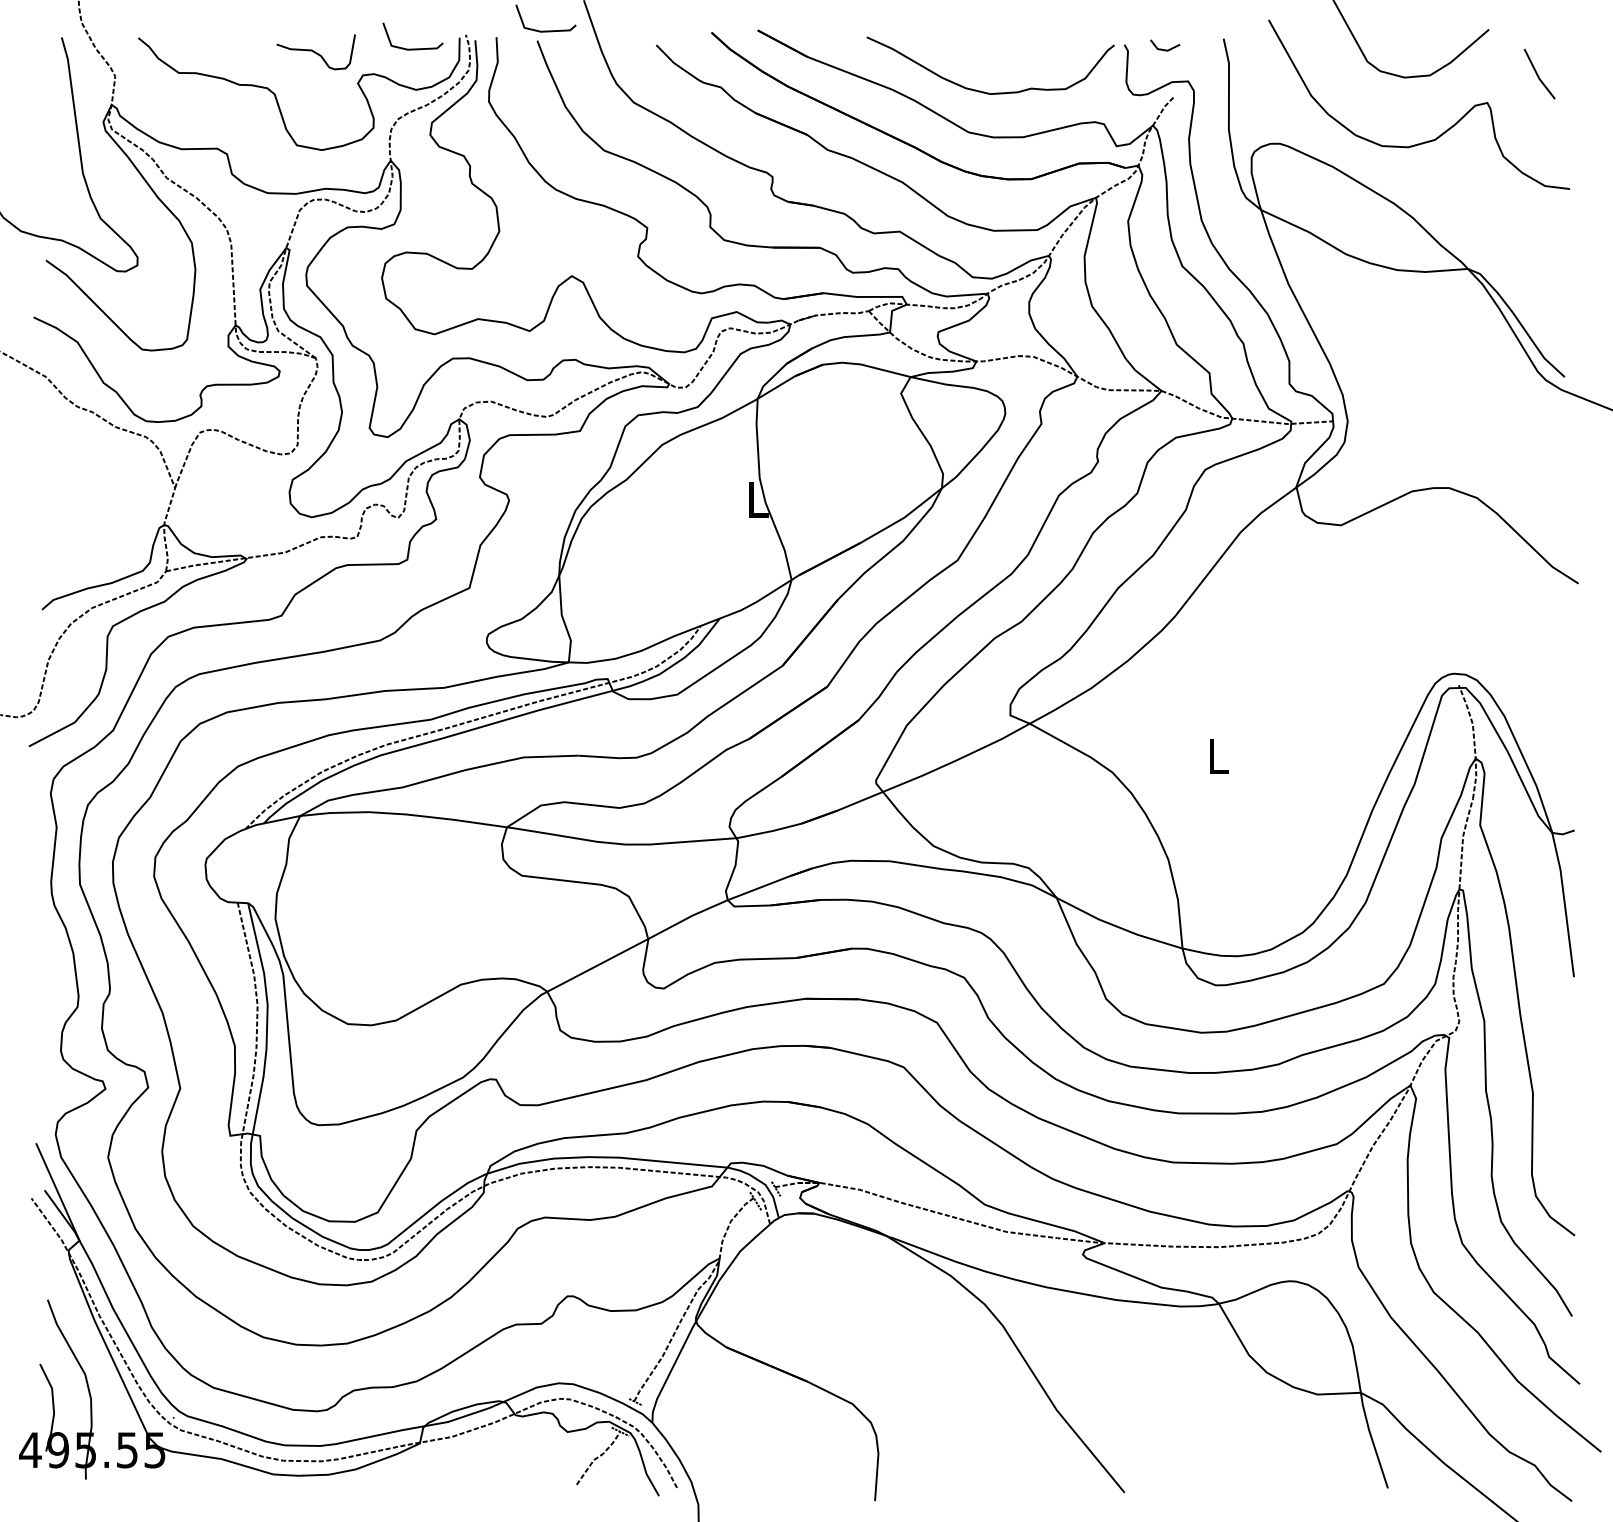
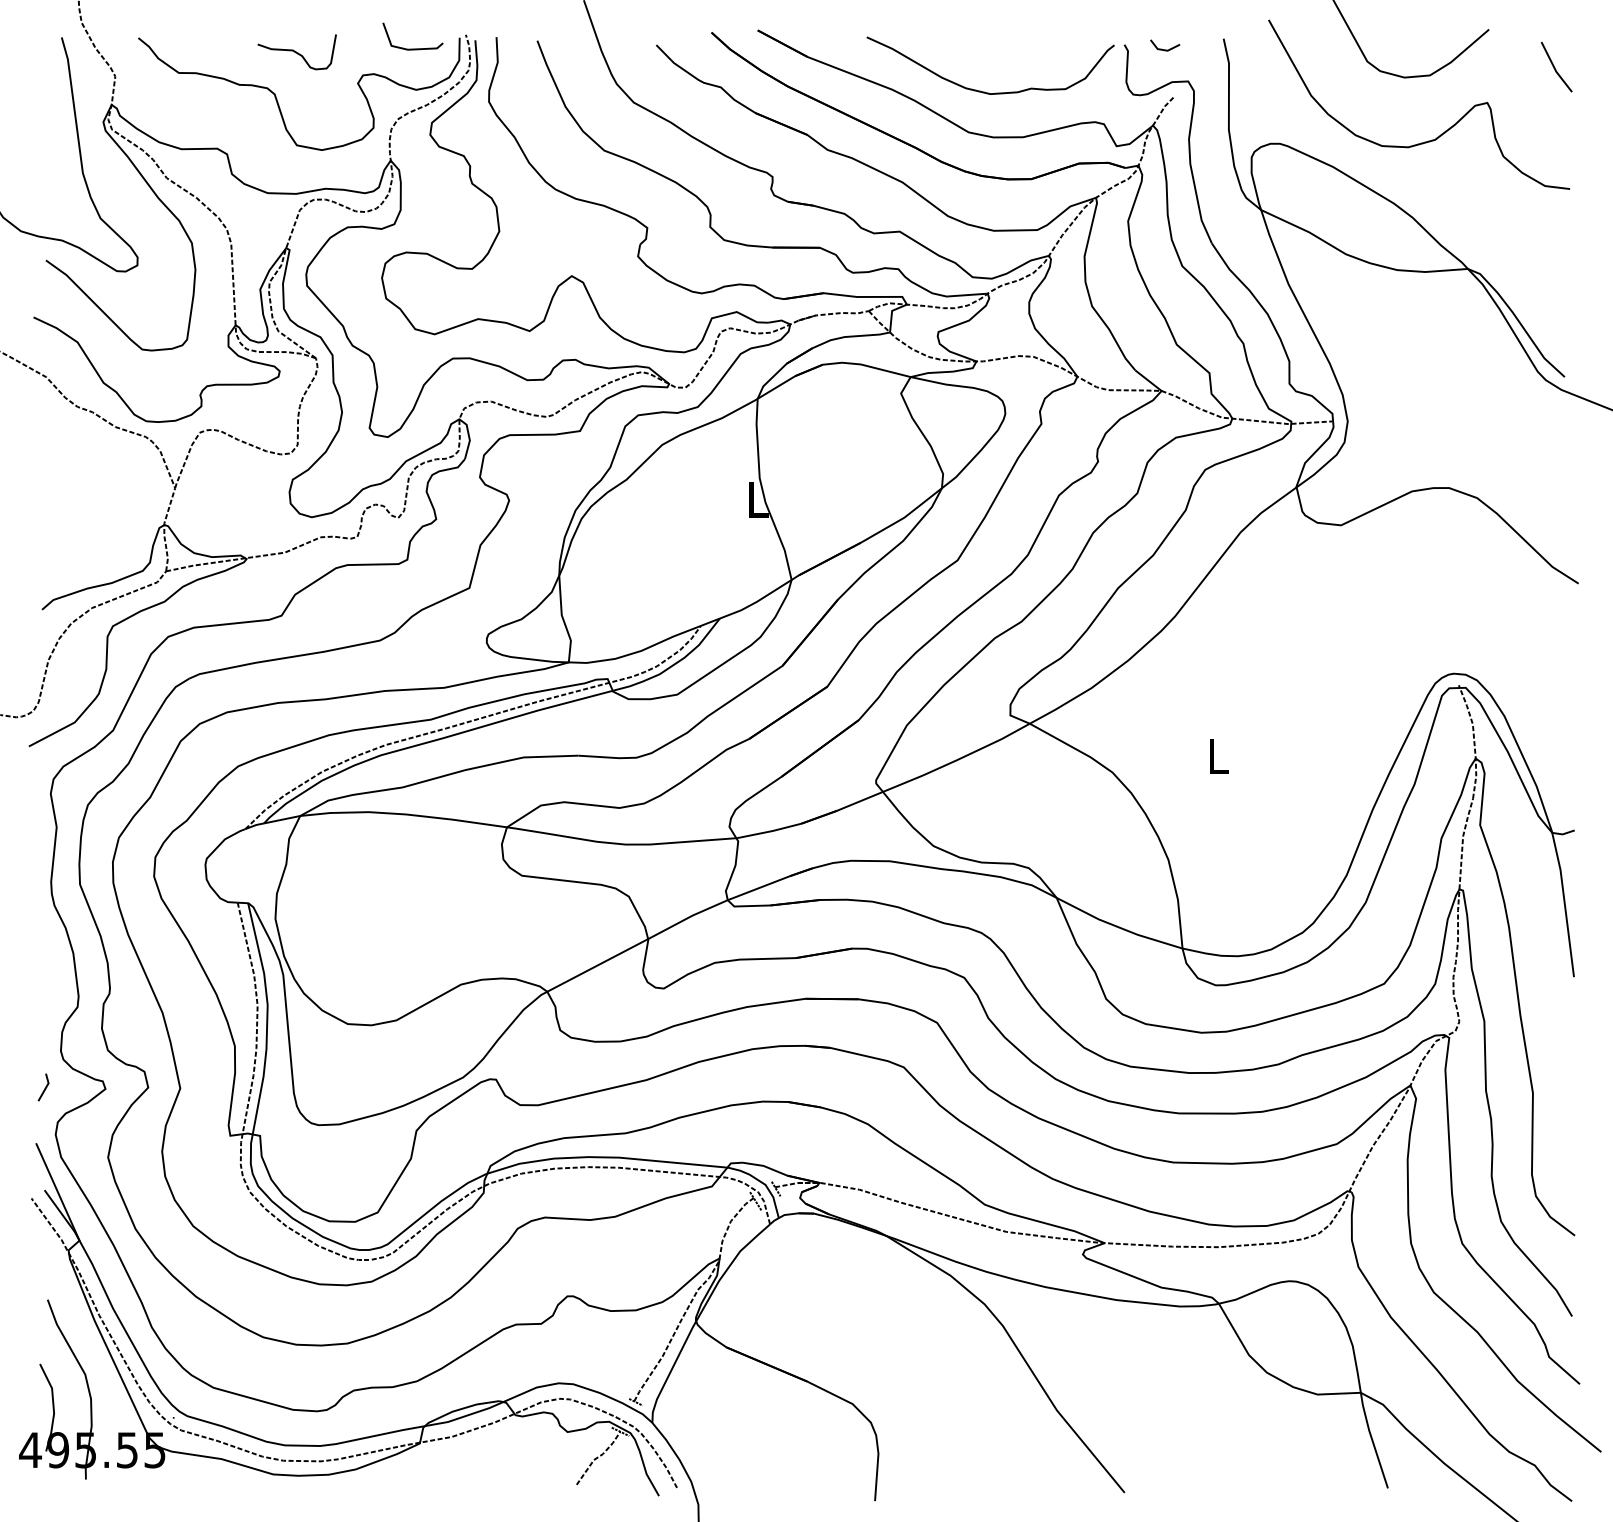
line at (545, 30): present -> none
curve at (315, 52) position: (315, 52) -> (296, 52)
line at (1538, 74) position: (1538, 74) -> (1555, 67)
line at (44, 1088): none -> present
